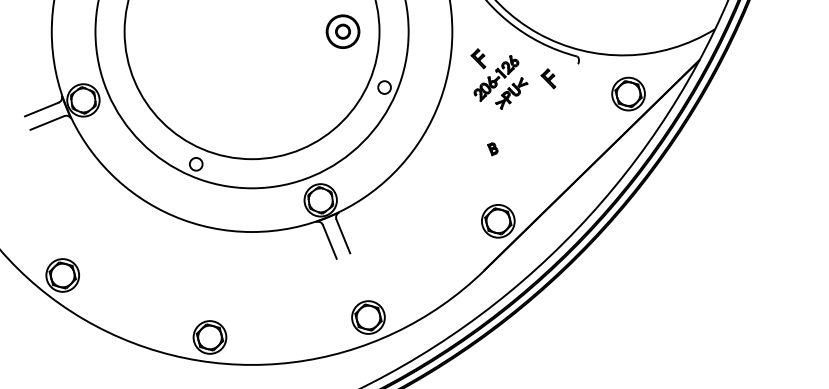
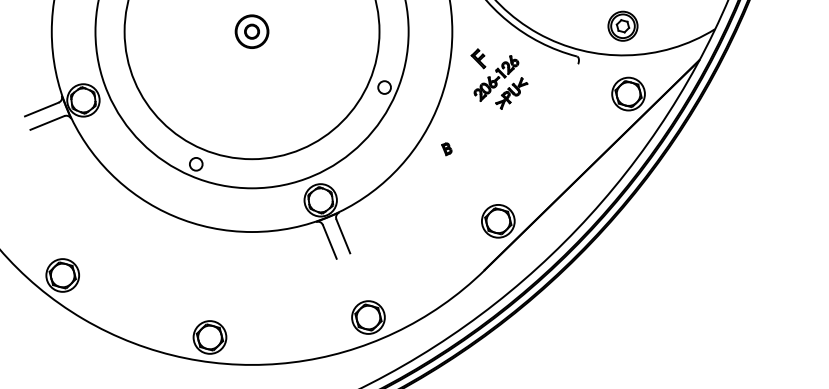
part at (622, 25): none -> present
part at (342, 31) position: (342, 31) -> (251, 31)
part at (548, 78): present -> none
part at (492, 149) position: (492, 149) -> (446, 149)
